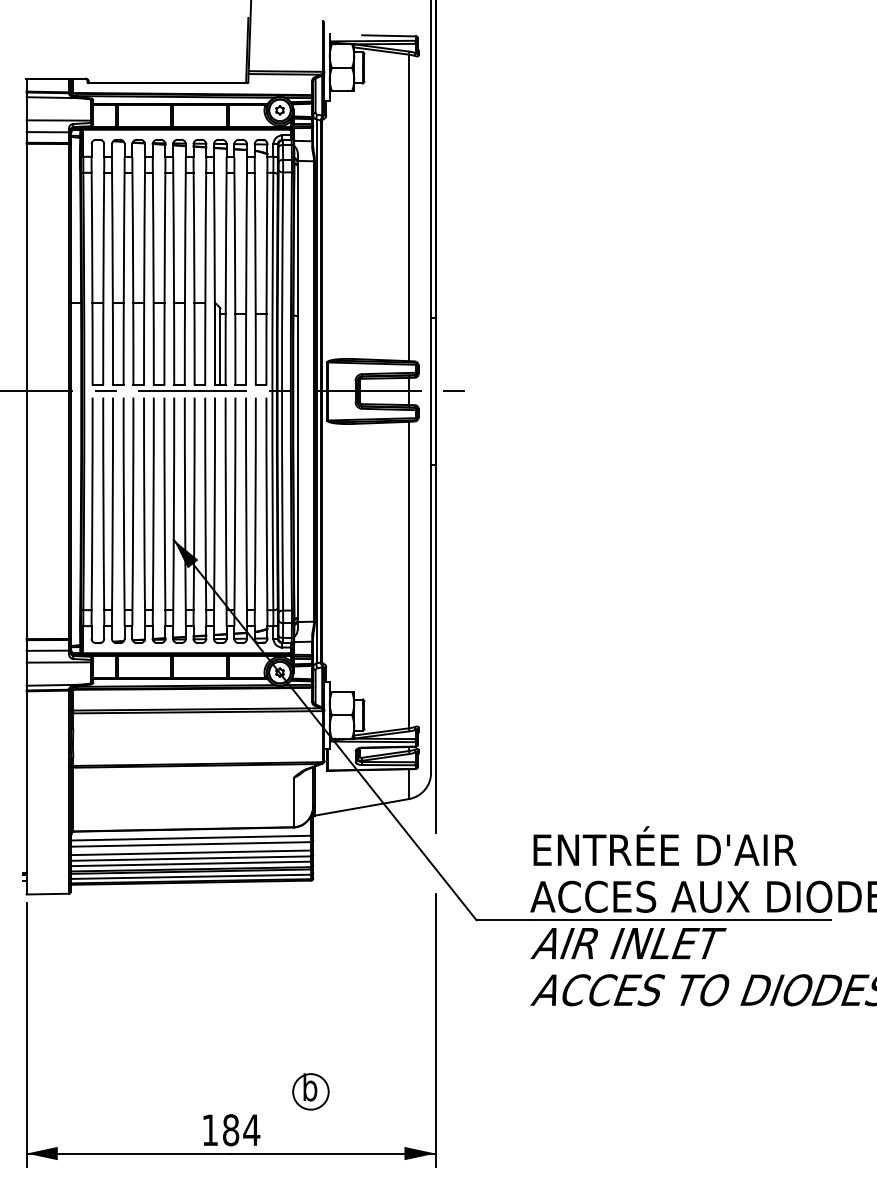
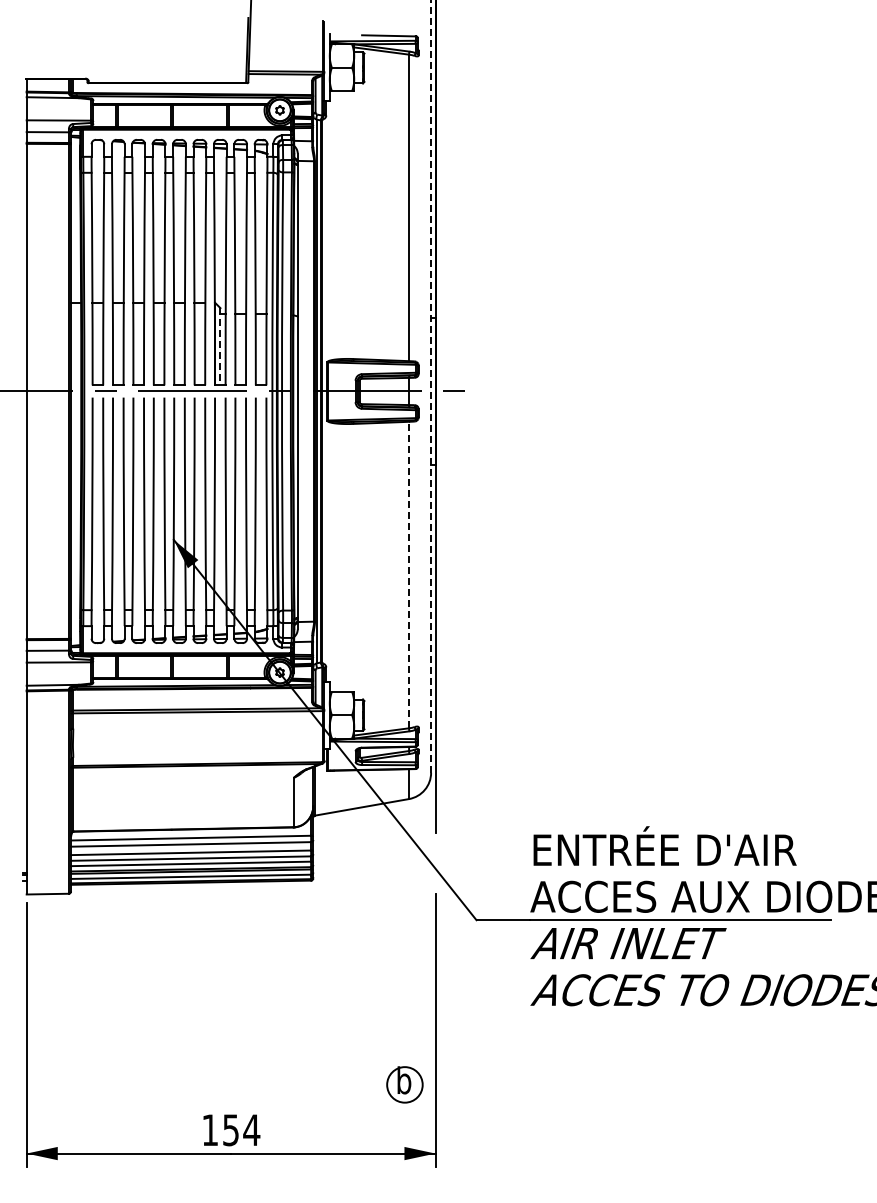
line at (220, 346): solid -> dashed
line at (431, 386): solid -> dashed
line at (409, 574): solid -> dashed
part at (310, 1091) position: (310, 1091) -> (404, 1084)
text at (231, 1130): 184 -> 154
